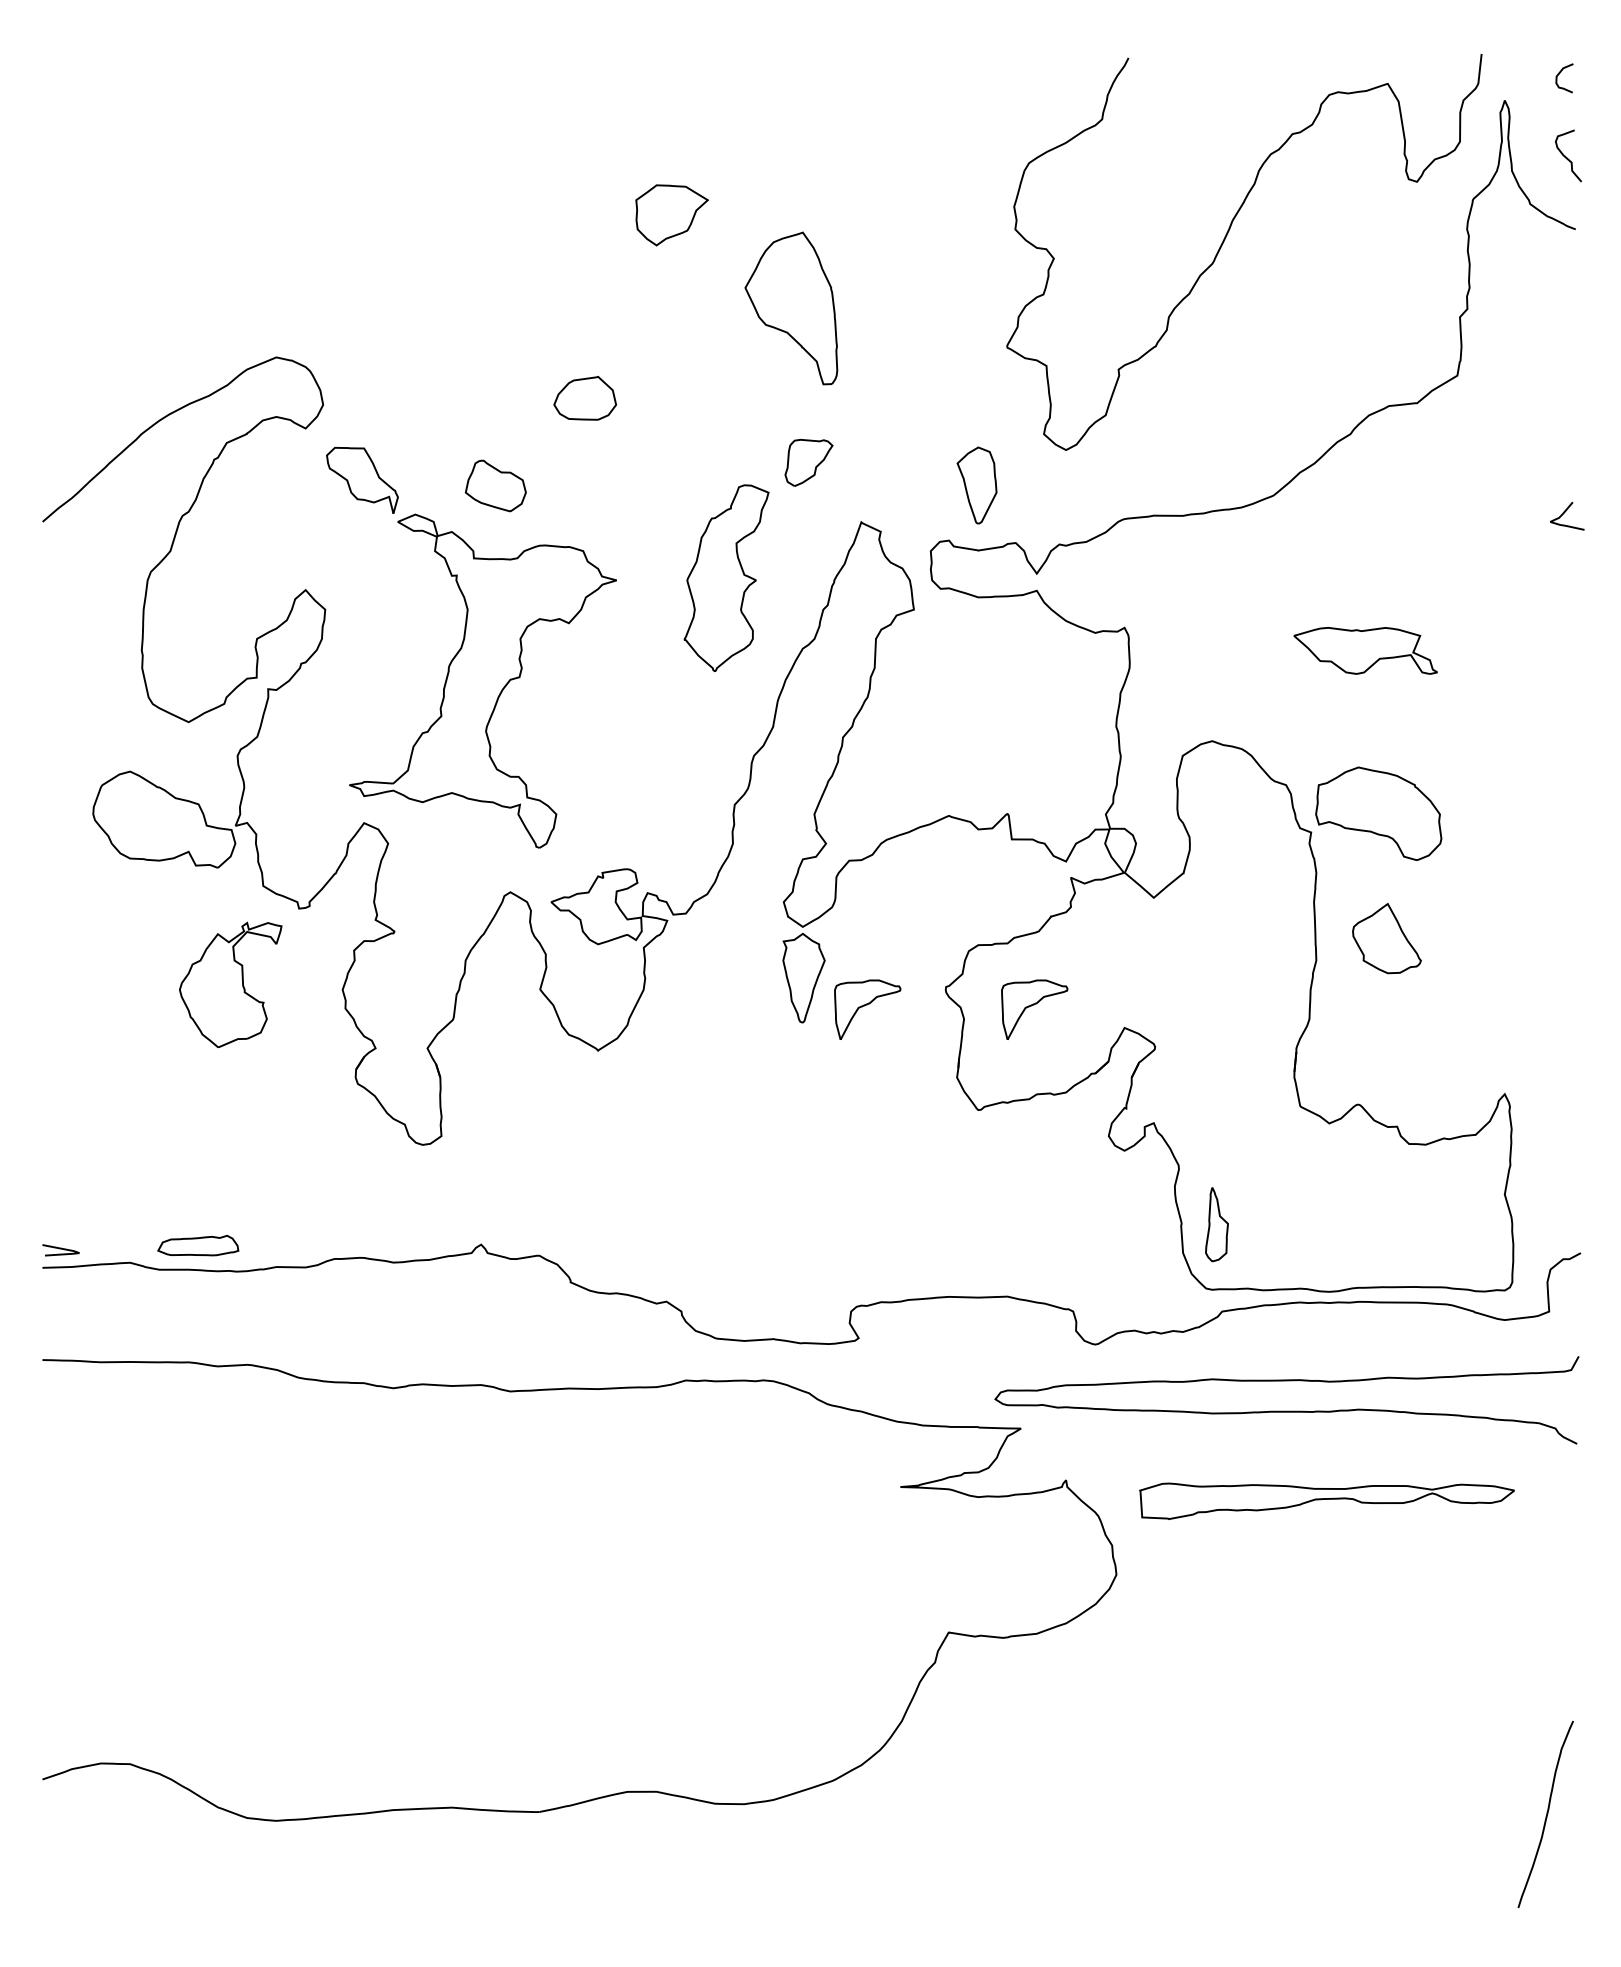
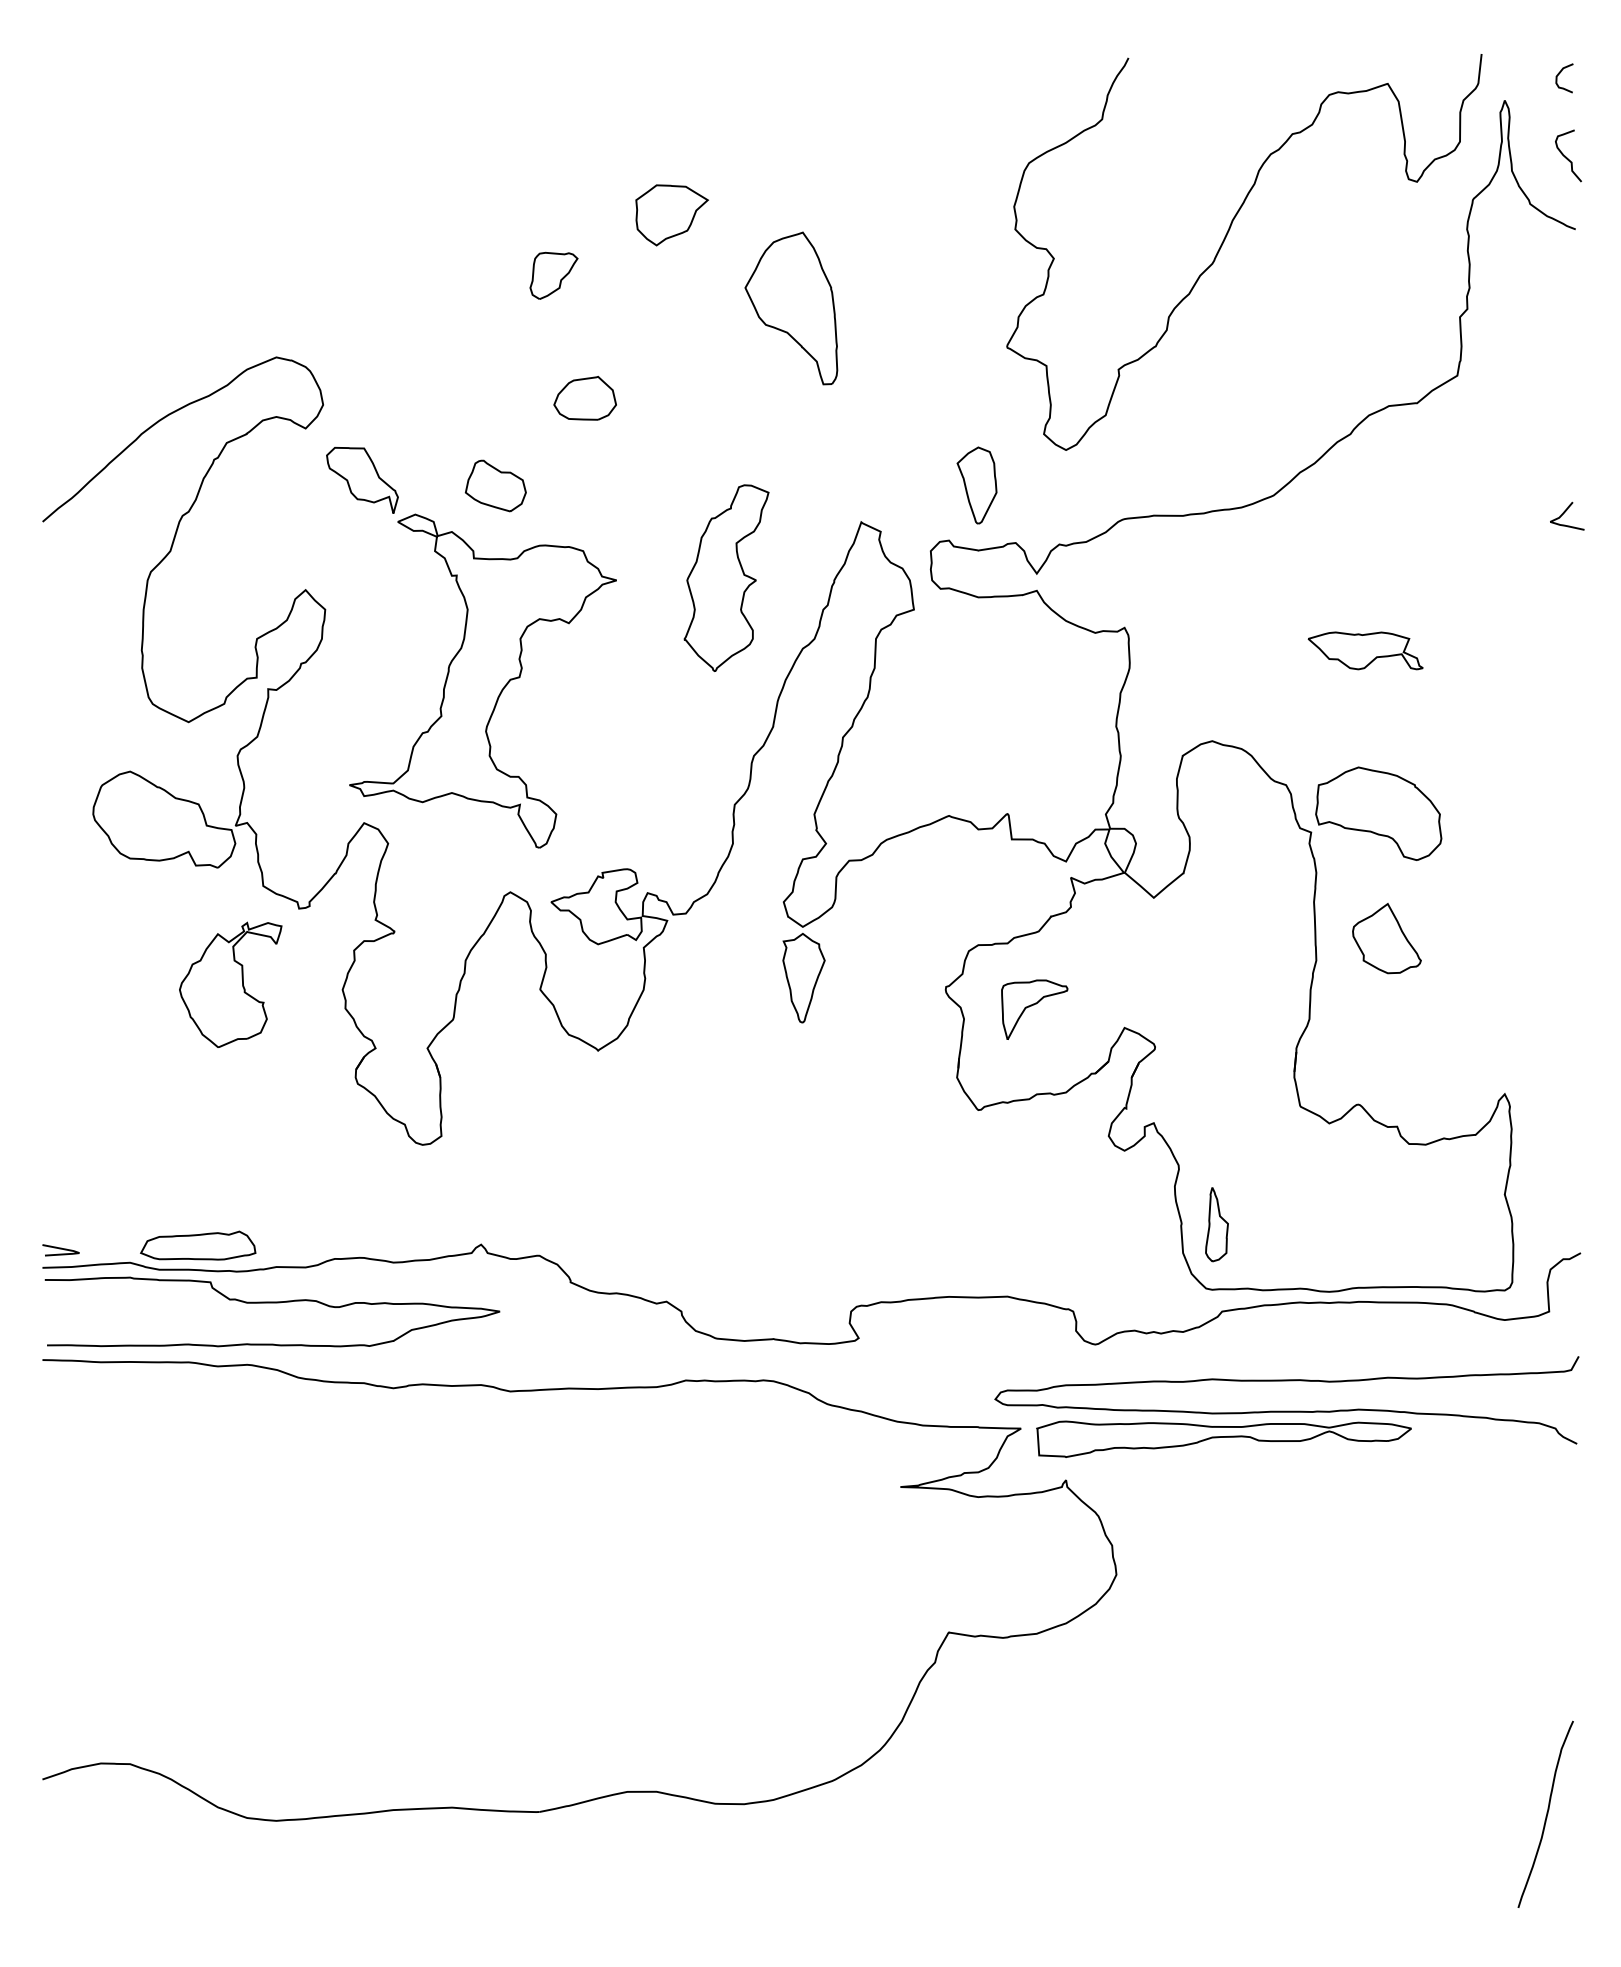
part at (808, 462) position: (808, 462) -> (553, 275)
part at (1365, 650) size: 145x48 px -> 117x40 px
part at (867, 1009): present -> none
part at (198, 1245) size: 83x23 px -> 117x31 px
curve at (272, 1303): none -> present
part at (1326, 1500) position: (1326, 1500) -> (1223, 1438)
